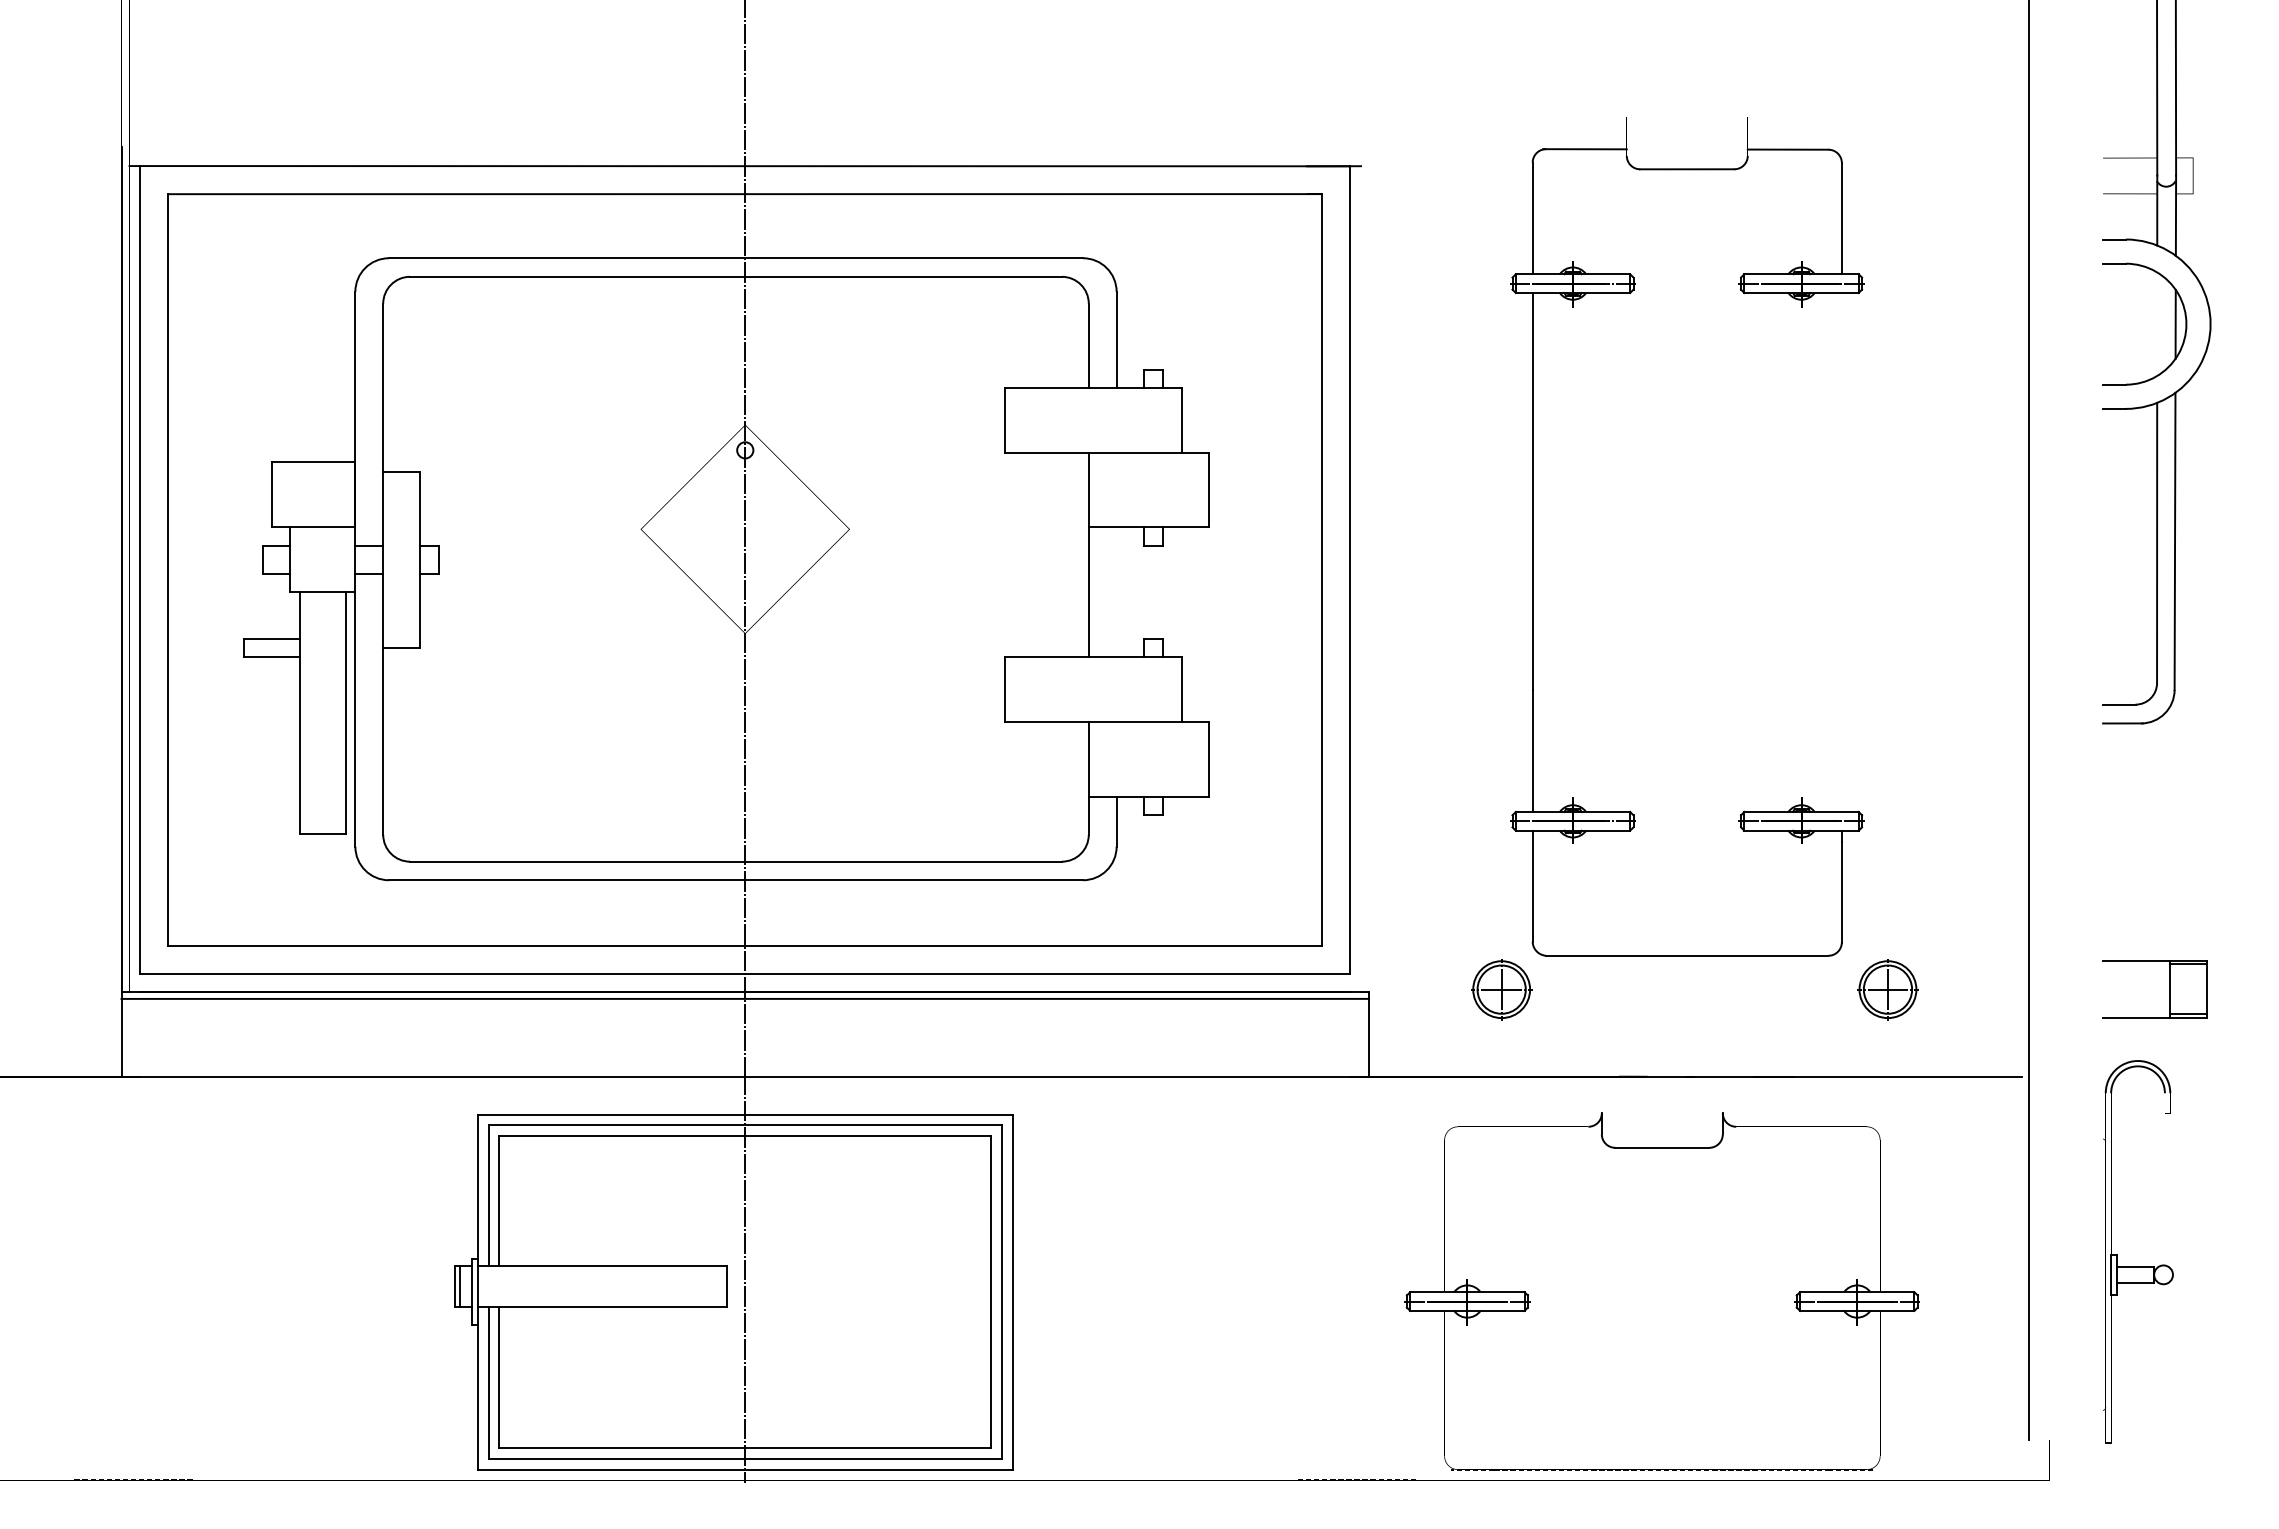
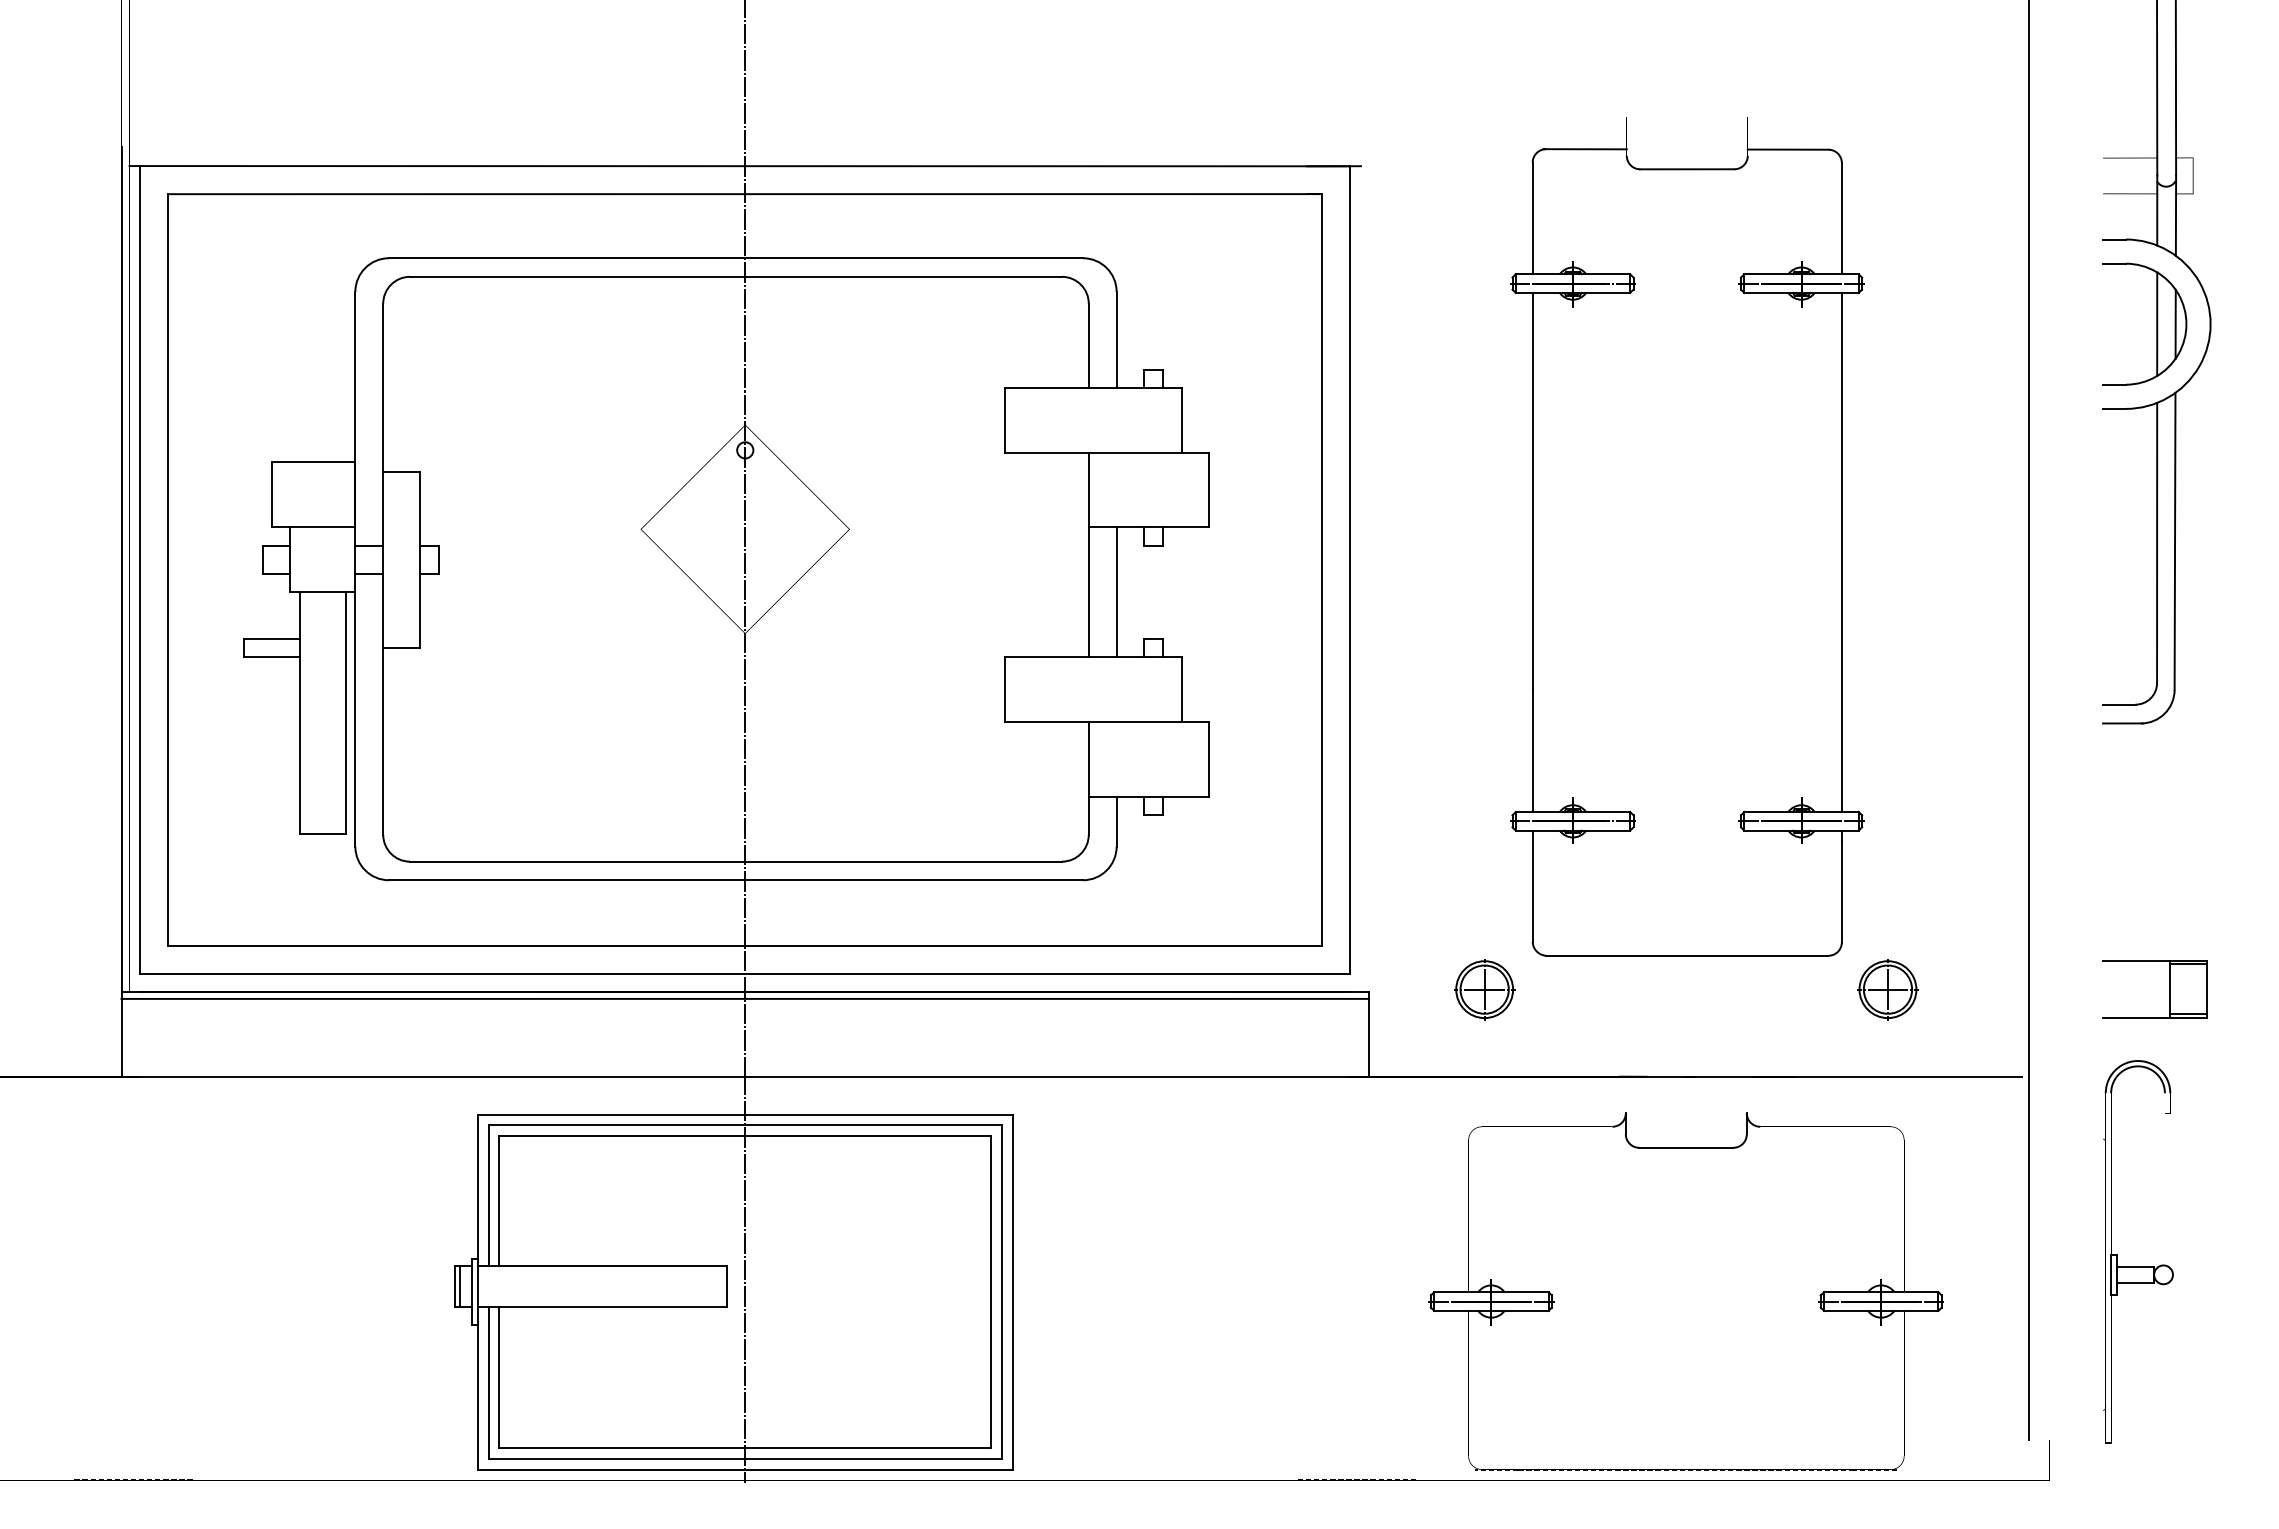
line at (2157, 324): none -> present
line at (1841, 552): none -> present
line at (1116, 592): none -> present
part at (1501, 989) position: (1501, 989) -> (1484, 989)
part at (1661, 1291) position: (1661, 1291) -> (1685, 1291)
